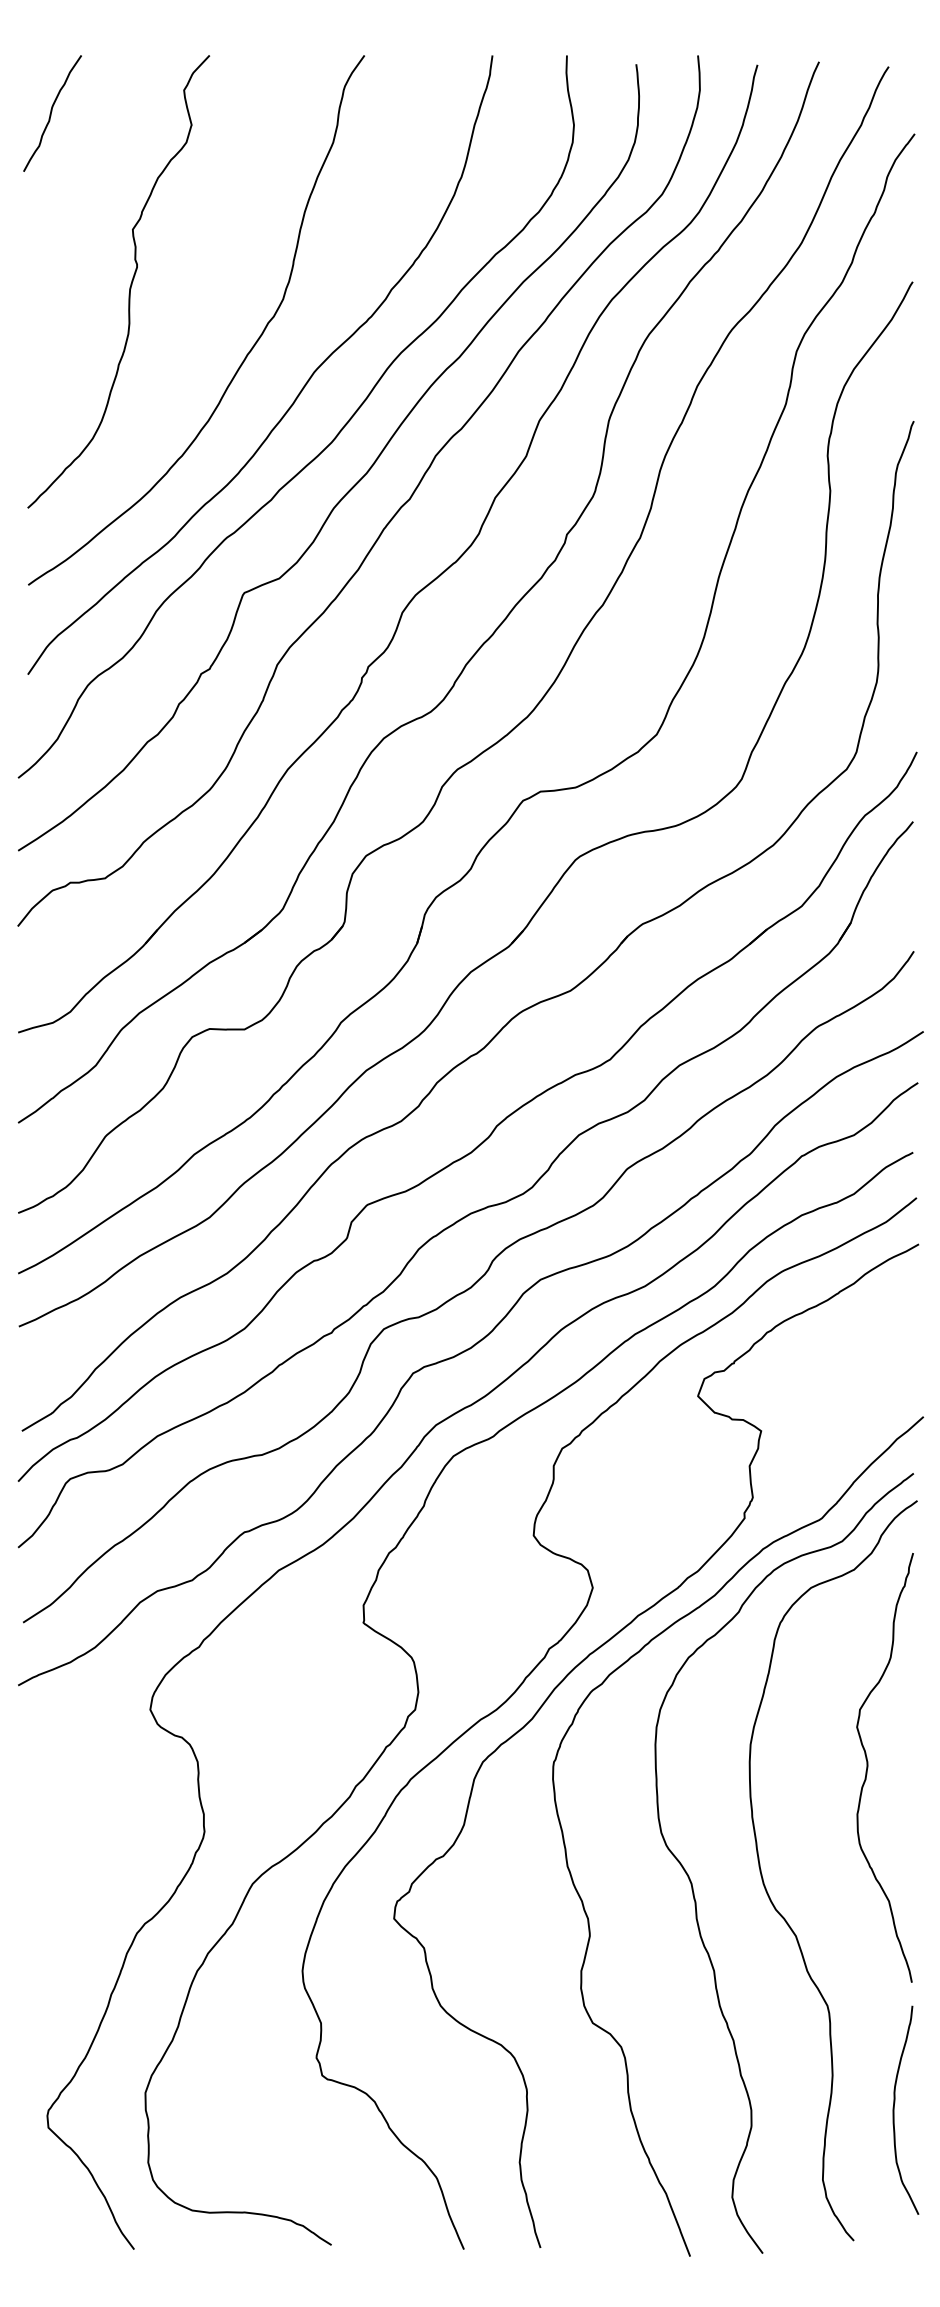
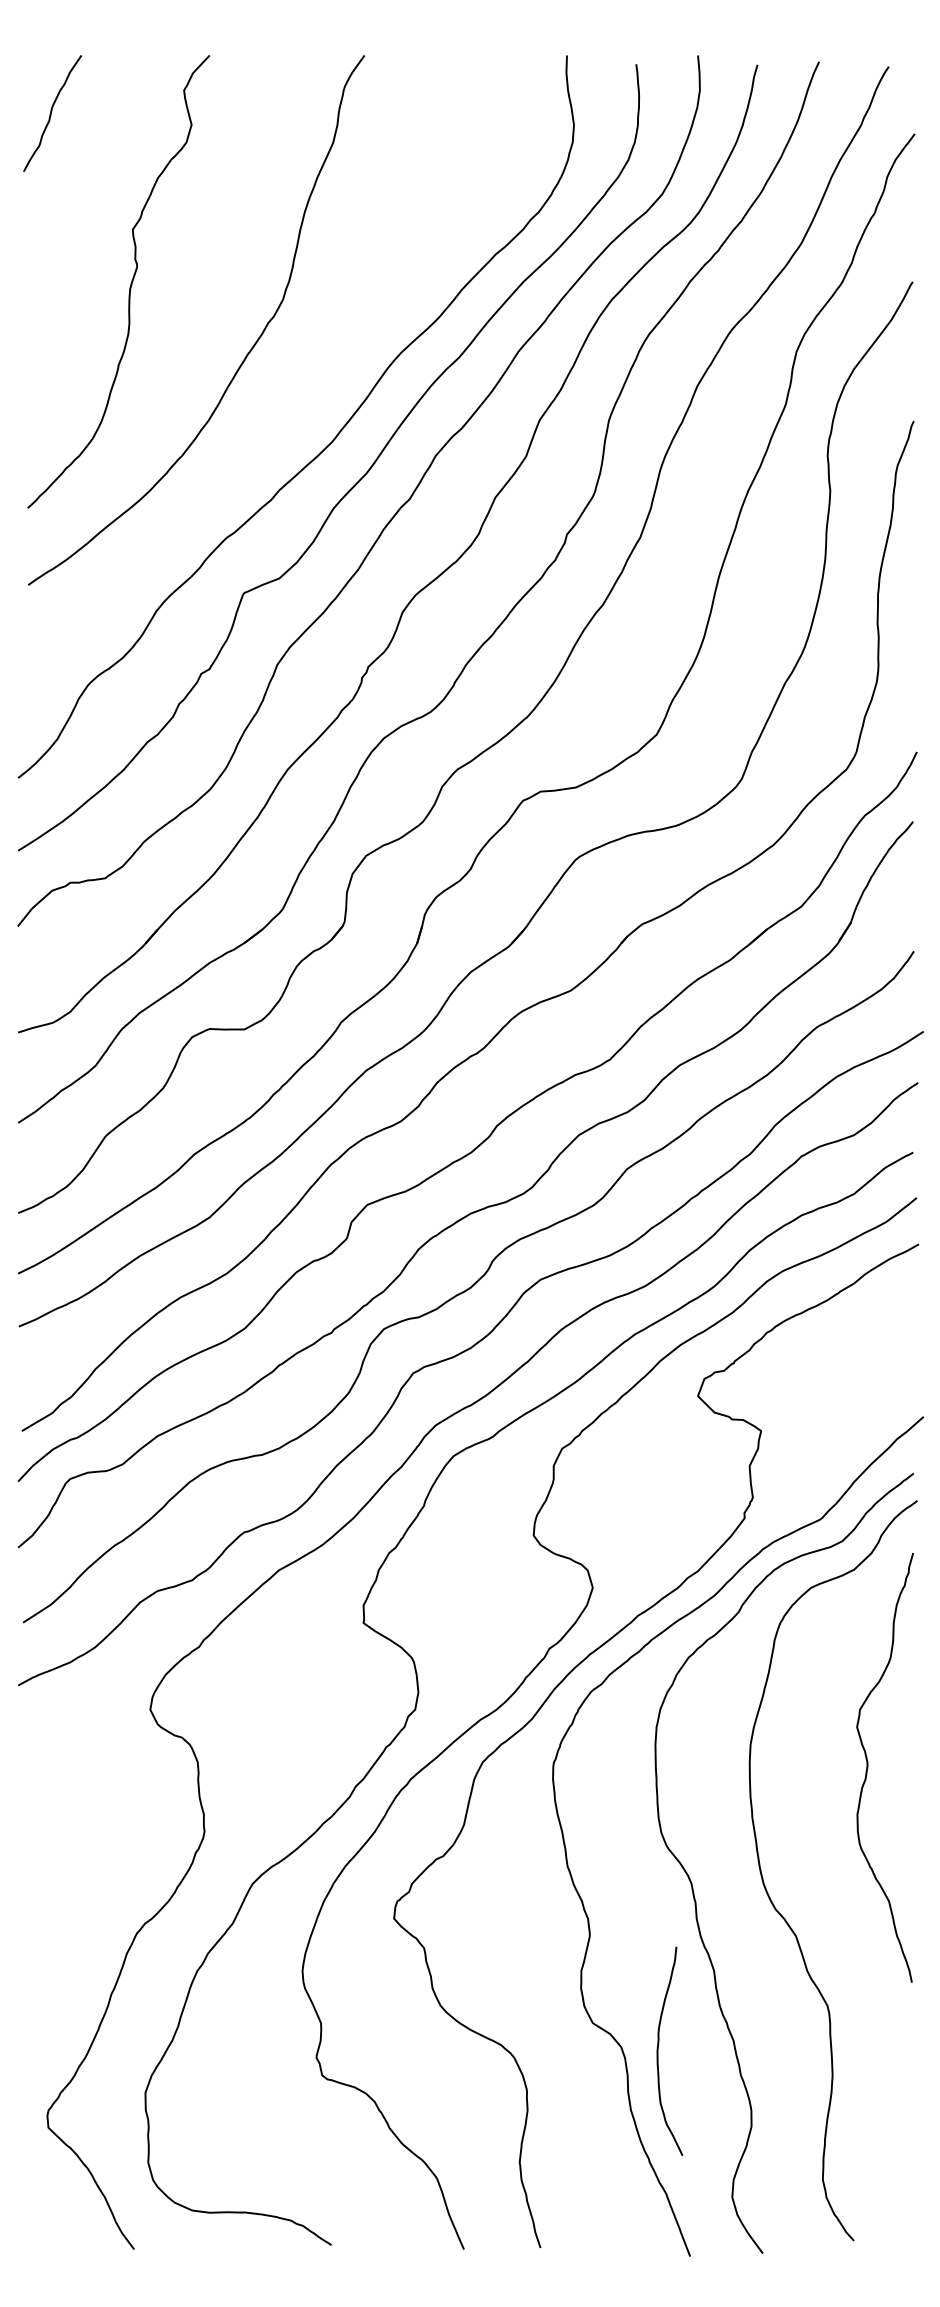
curve at (300, 390): present -> none
curve at (894, 2109) position: (894, 2109) -> (658, 2050)
